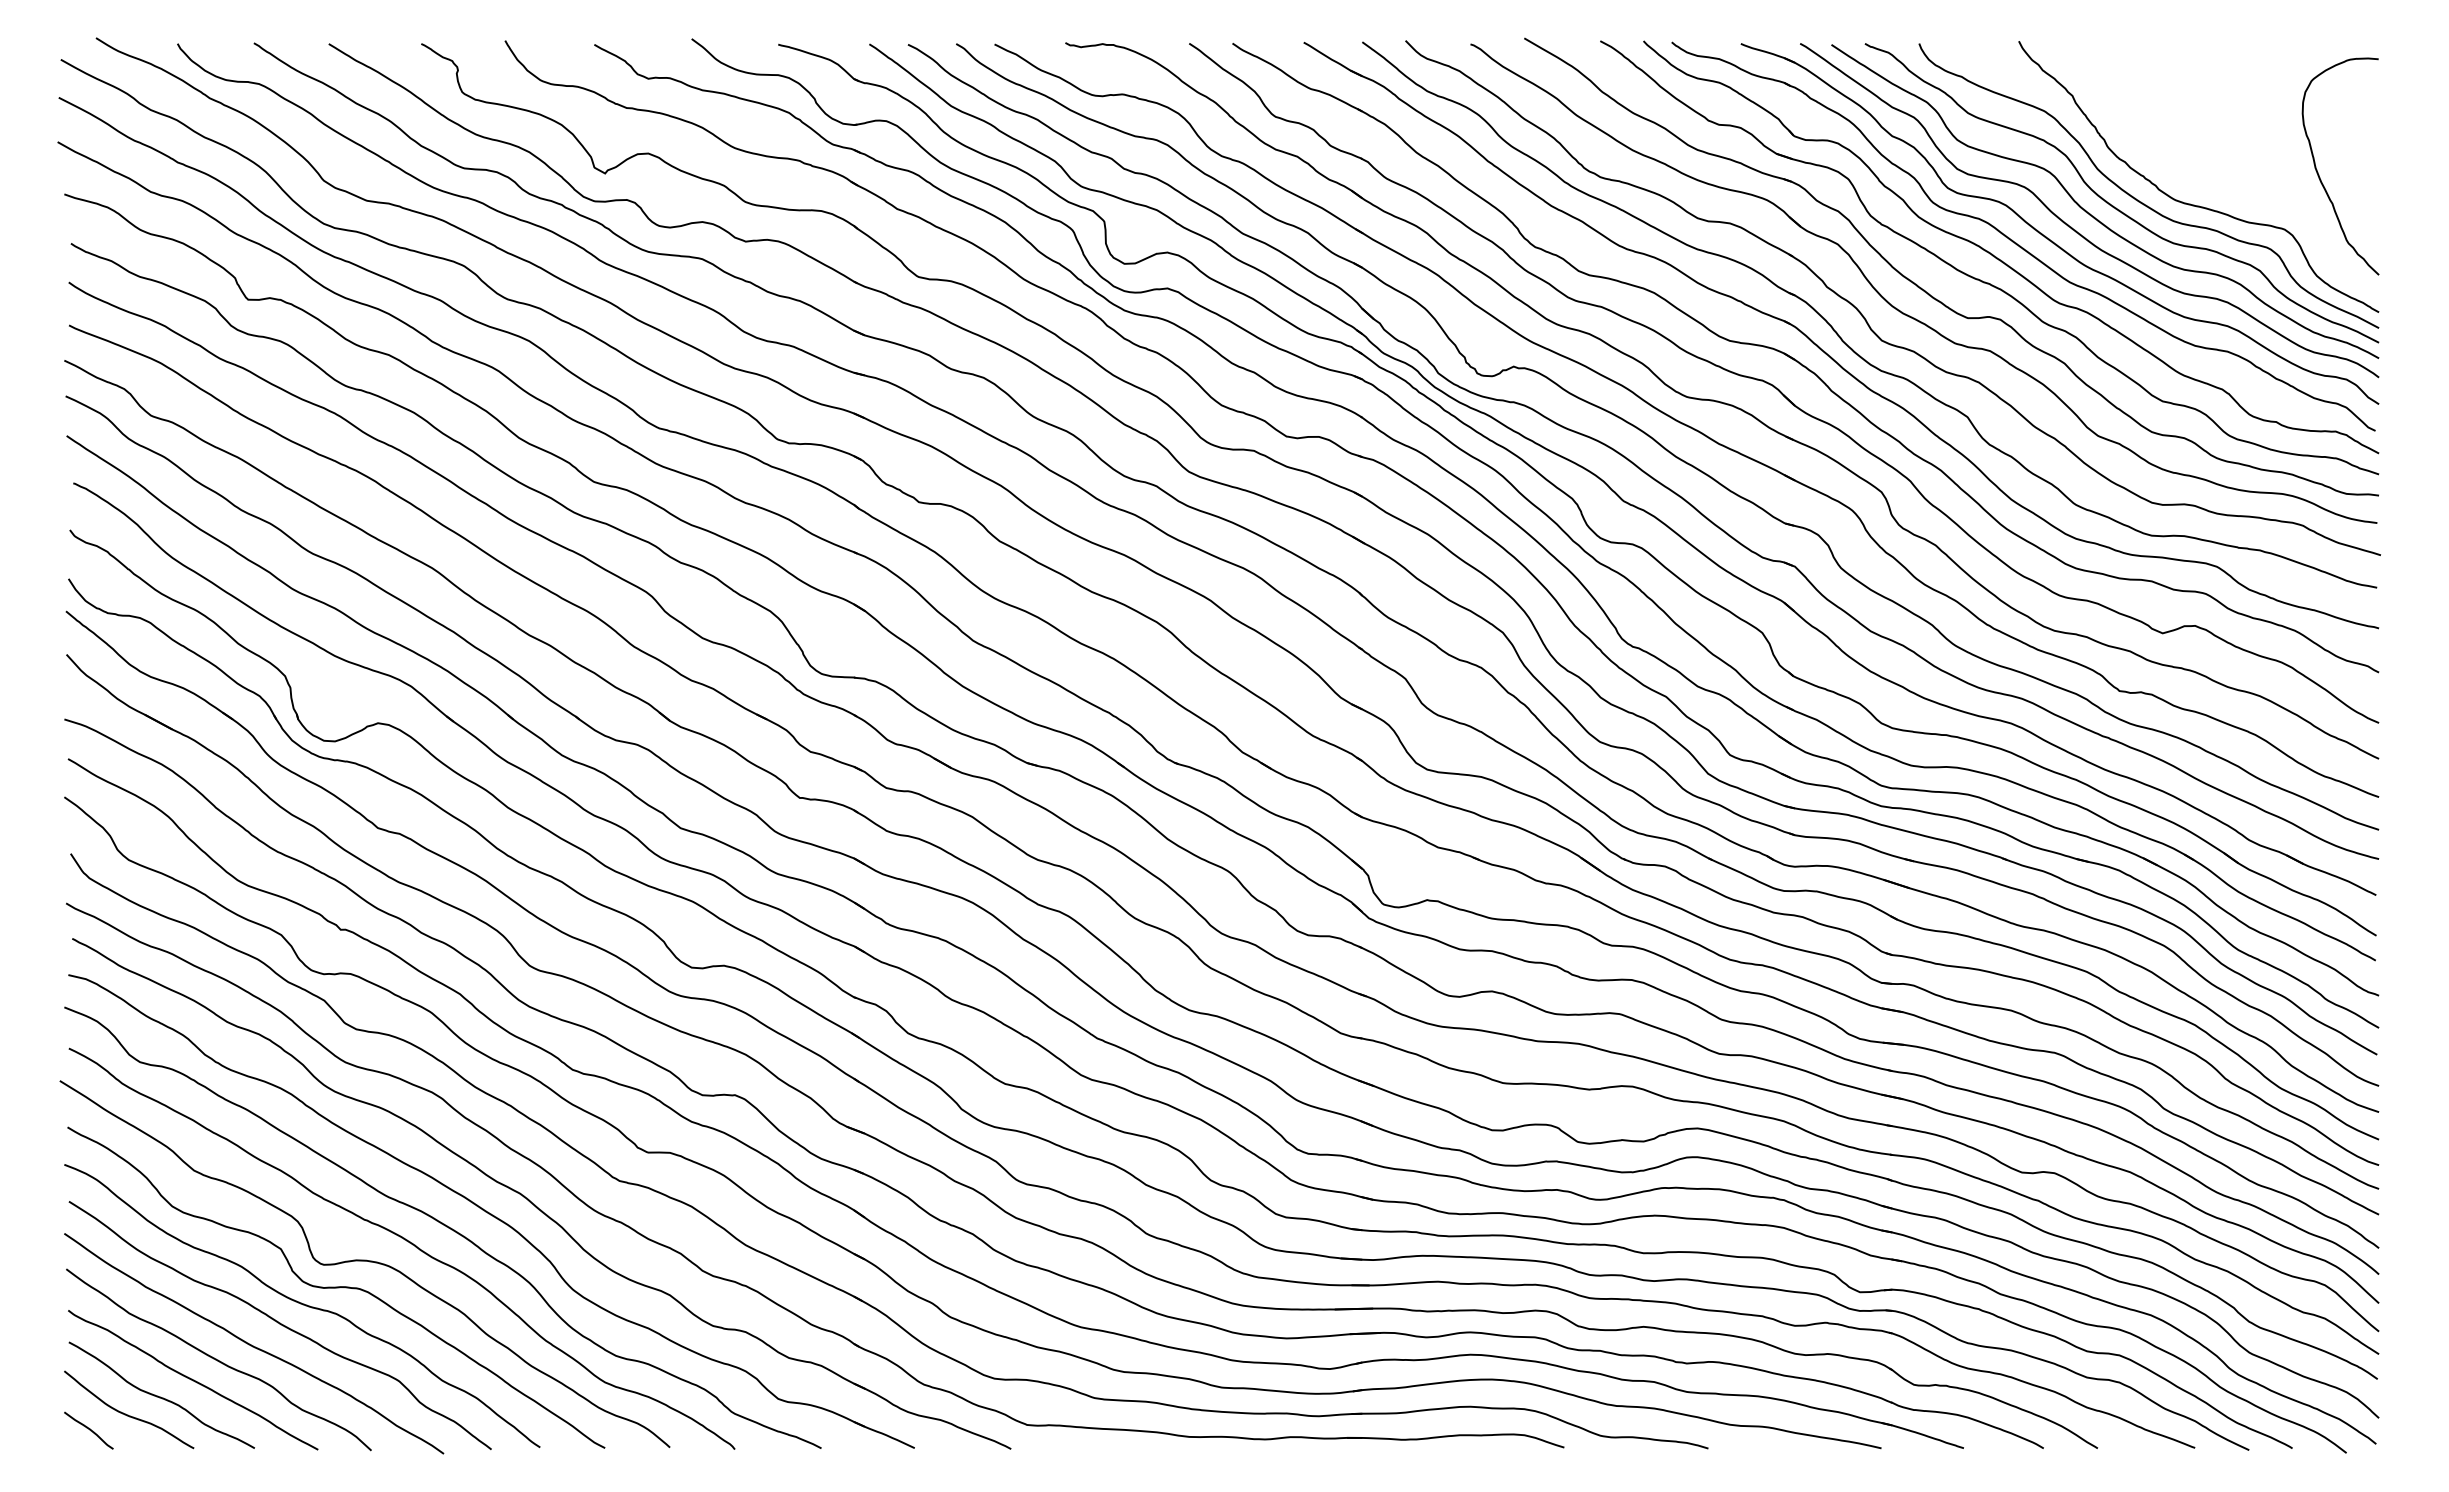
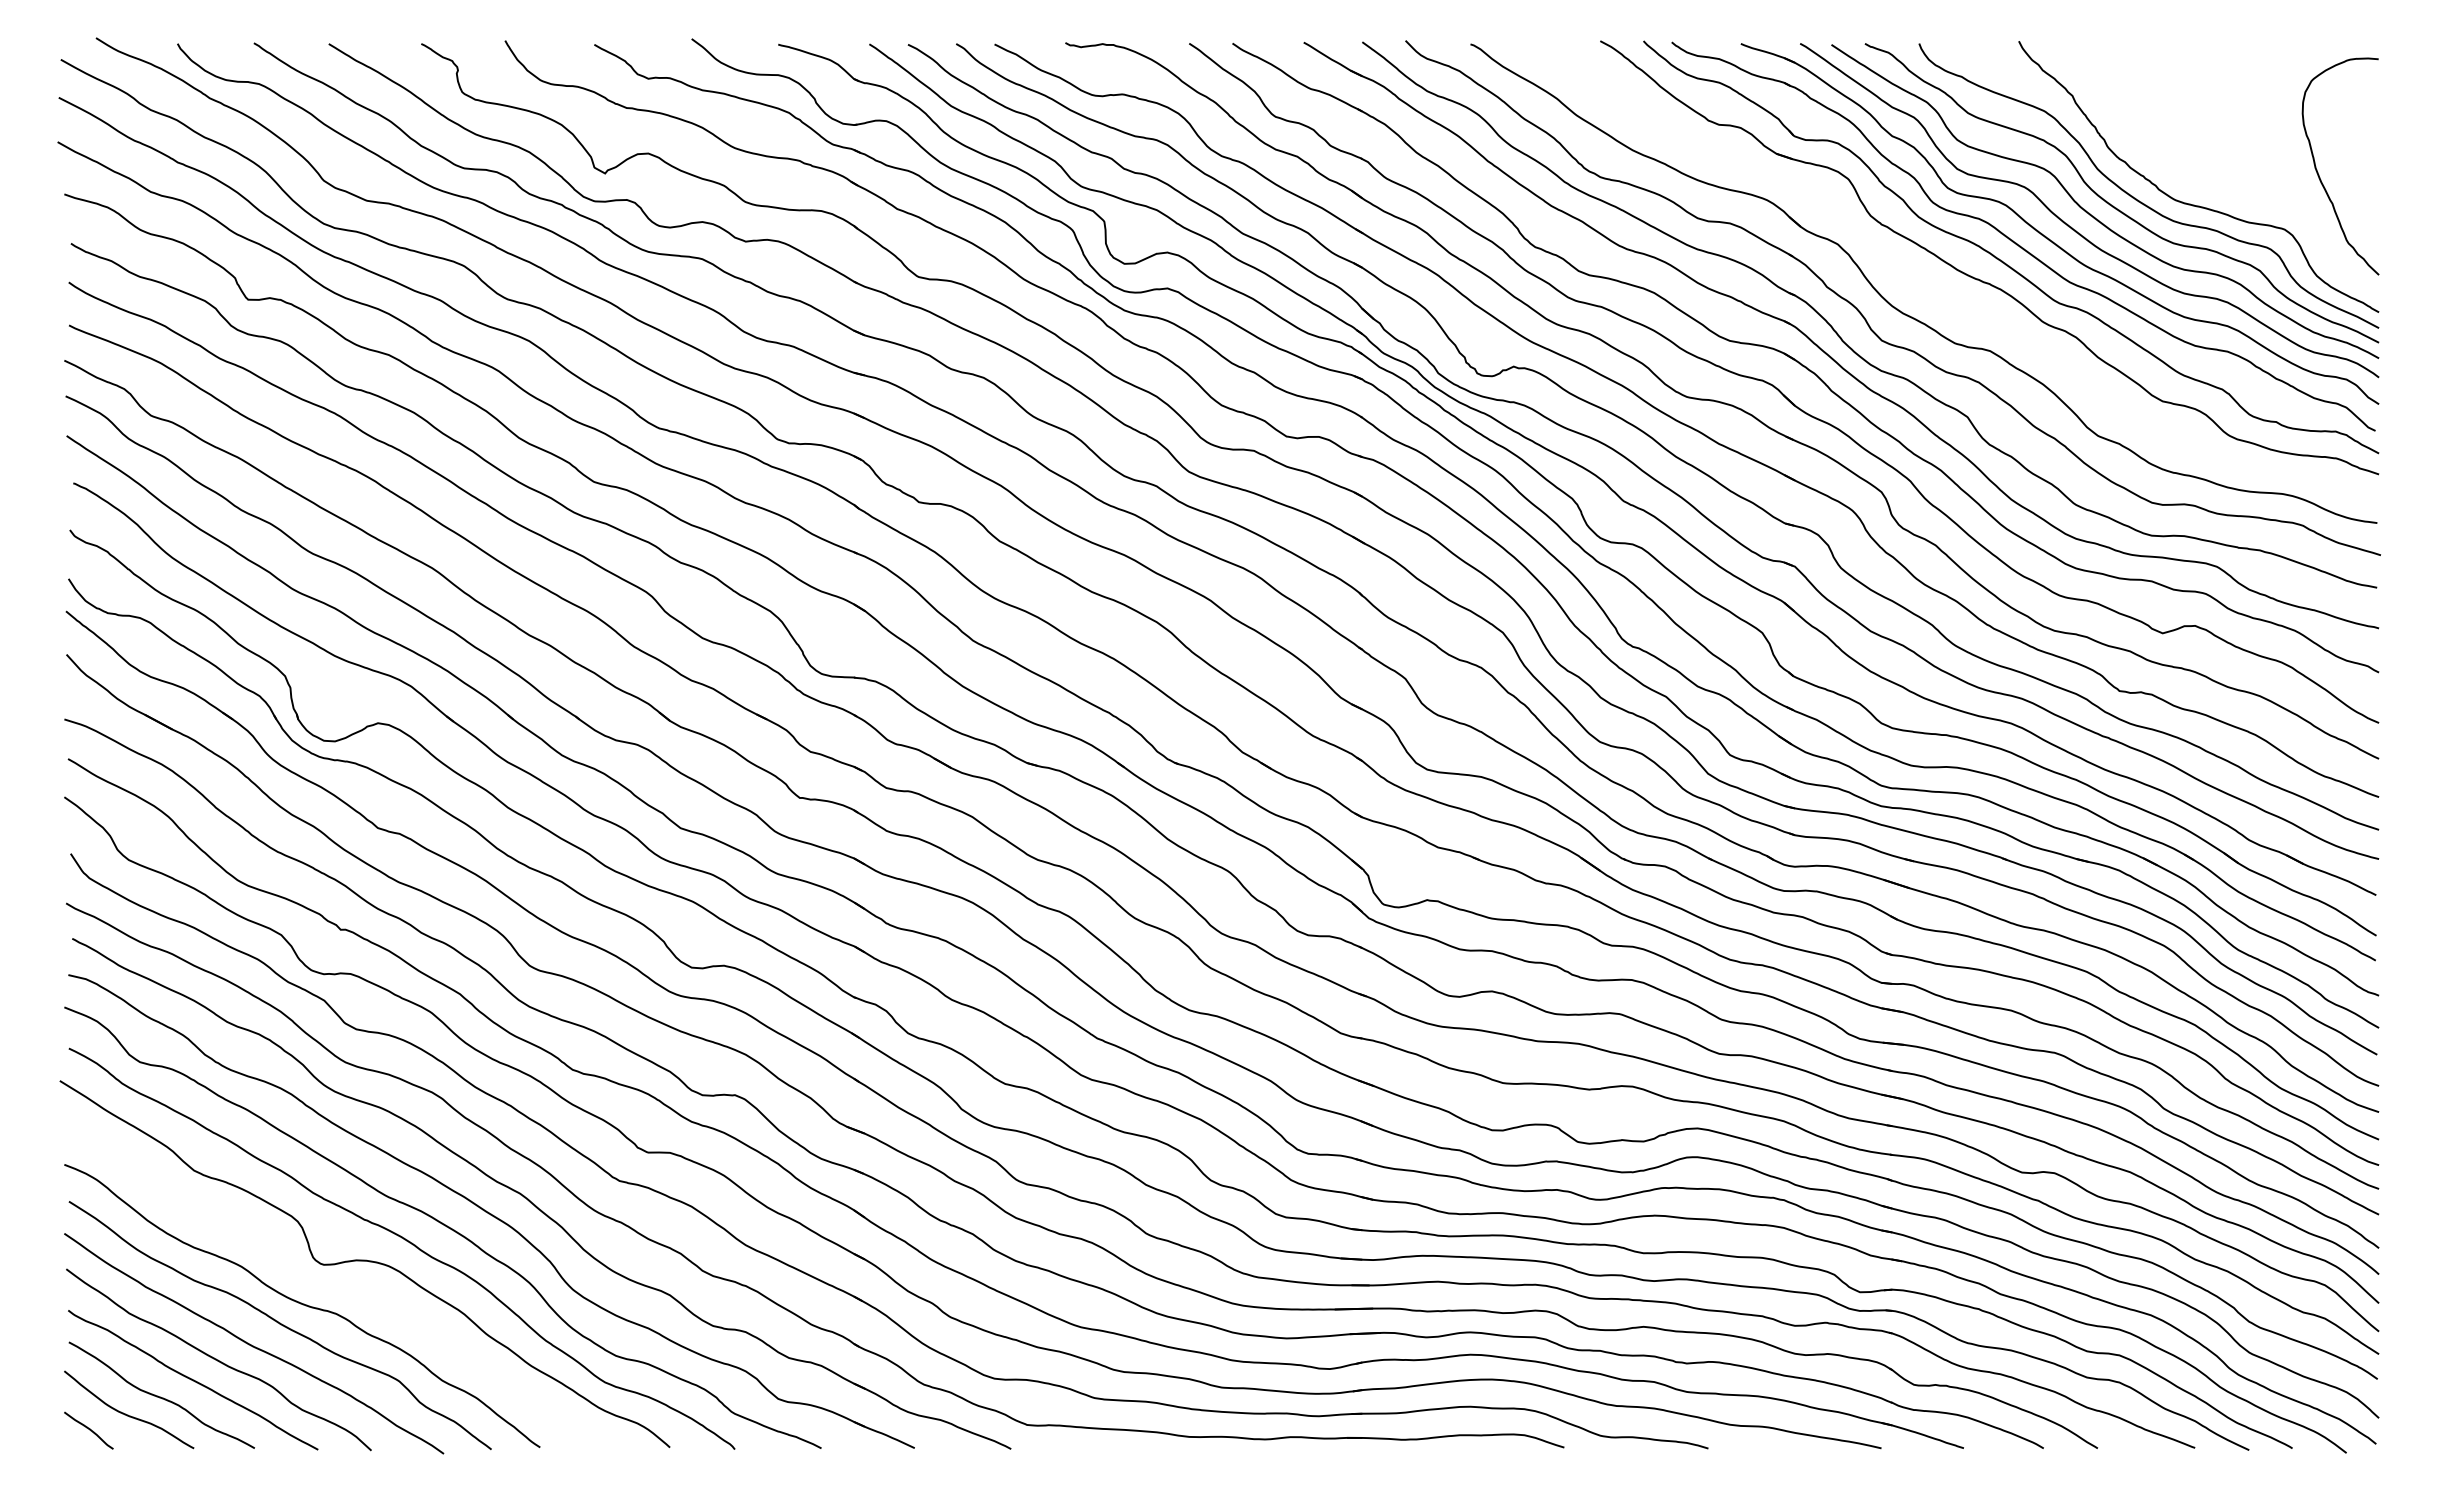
part at (1928, 292): present -> none
curve at (336, 1287): present -> none
